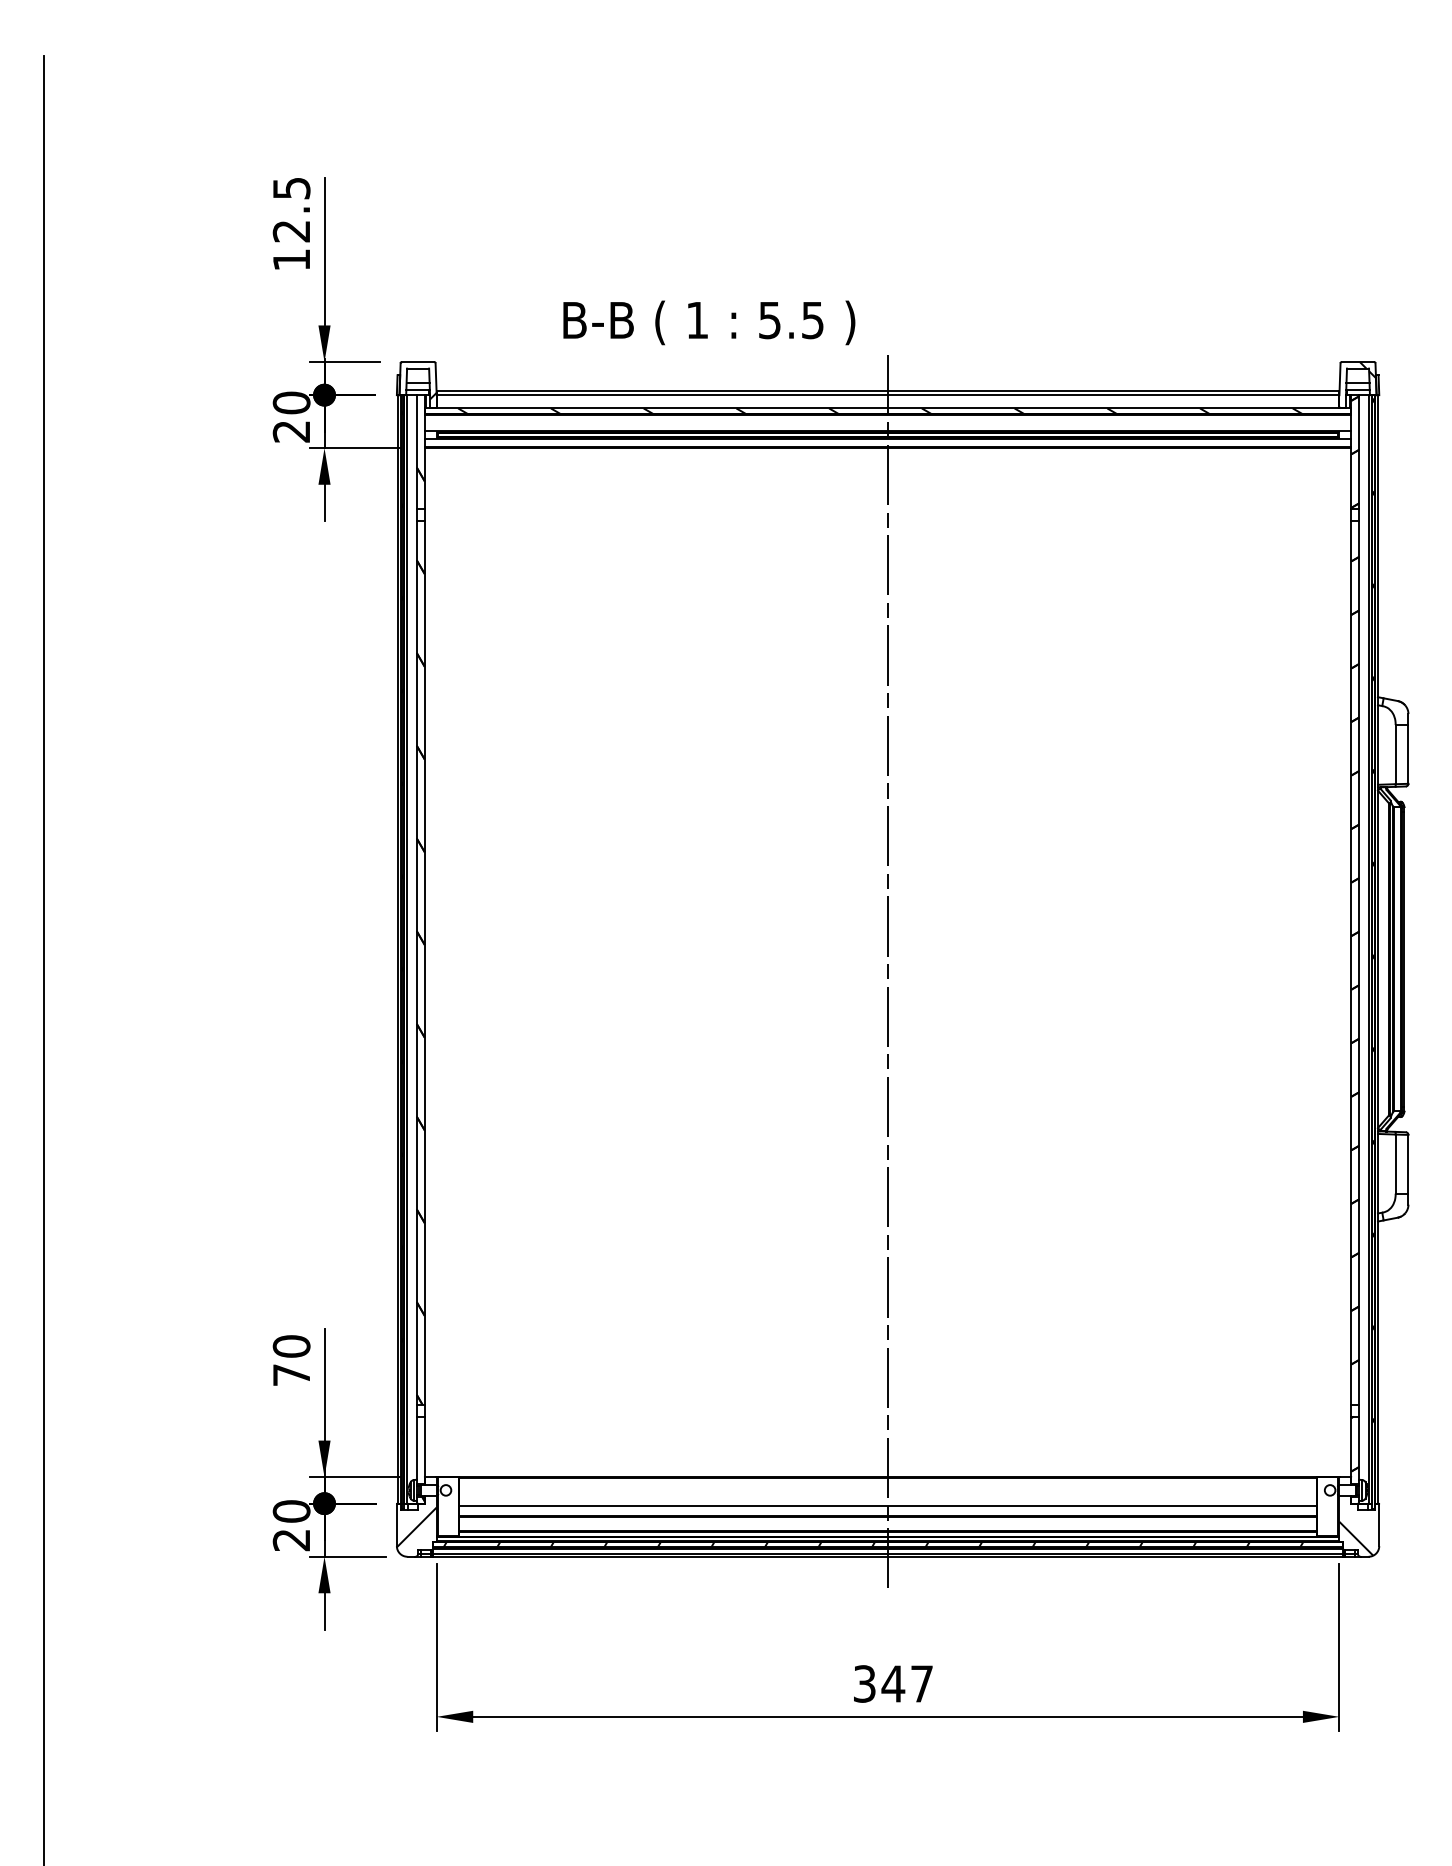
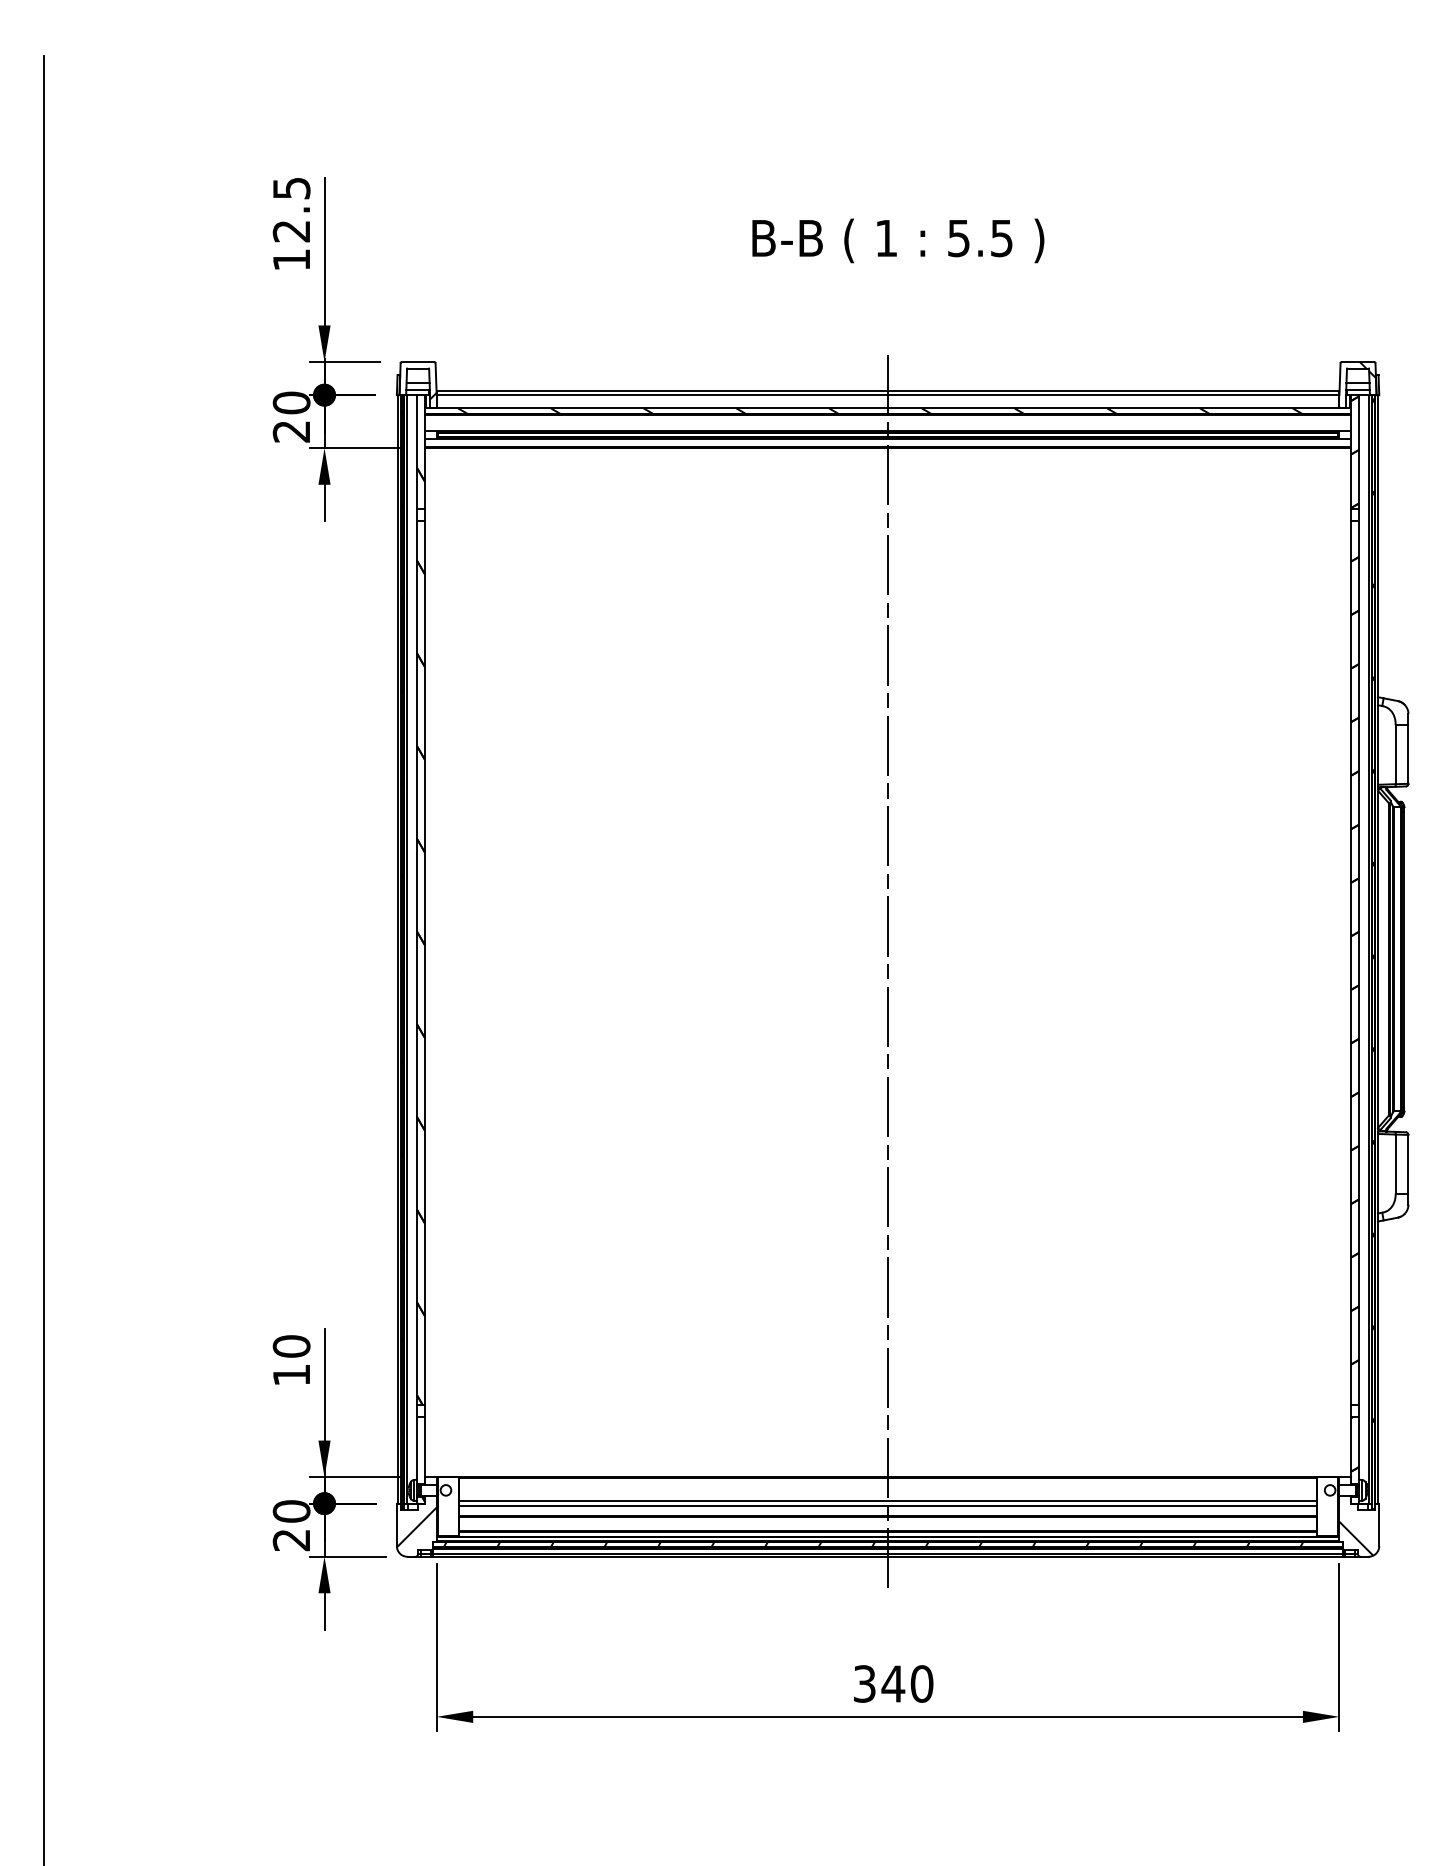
text at (709, 322) position: (709, 322) -> (898, 240)
text at (291, 1374): 70 -> 10
line at (887, 1501): none -> present
text at (921, 1683): 347 -> 340
